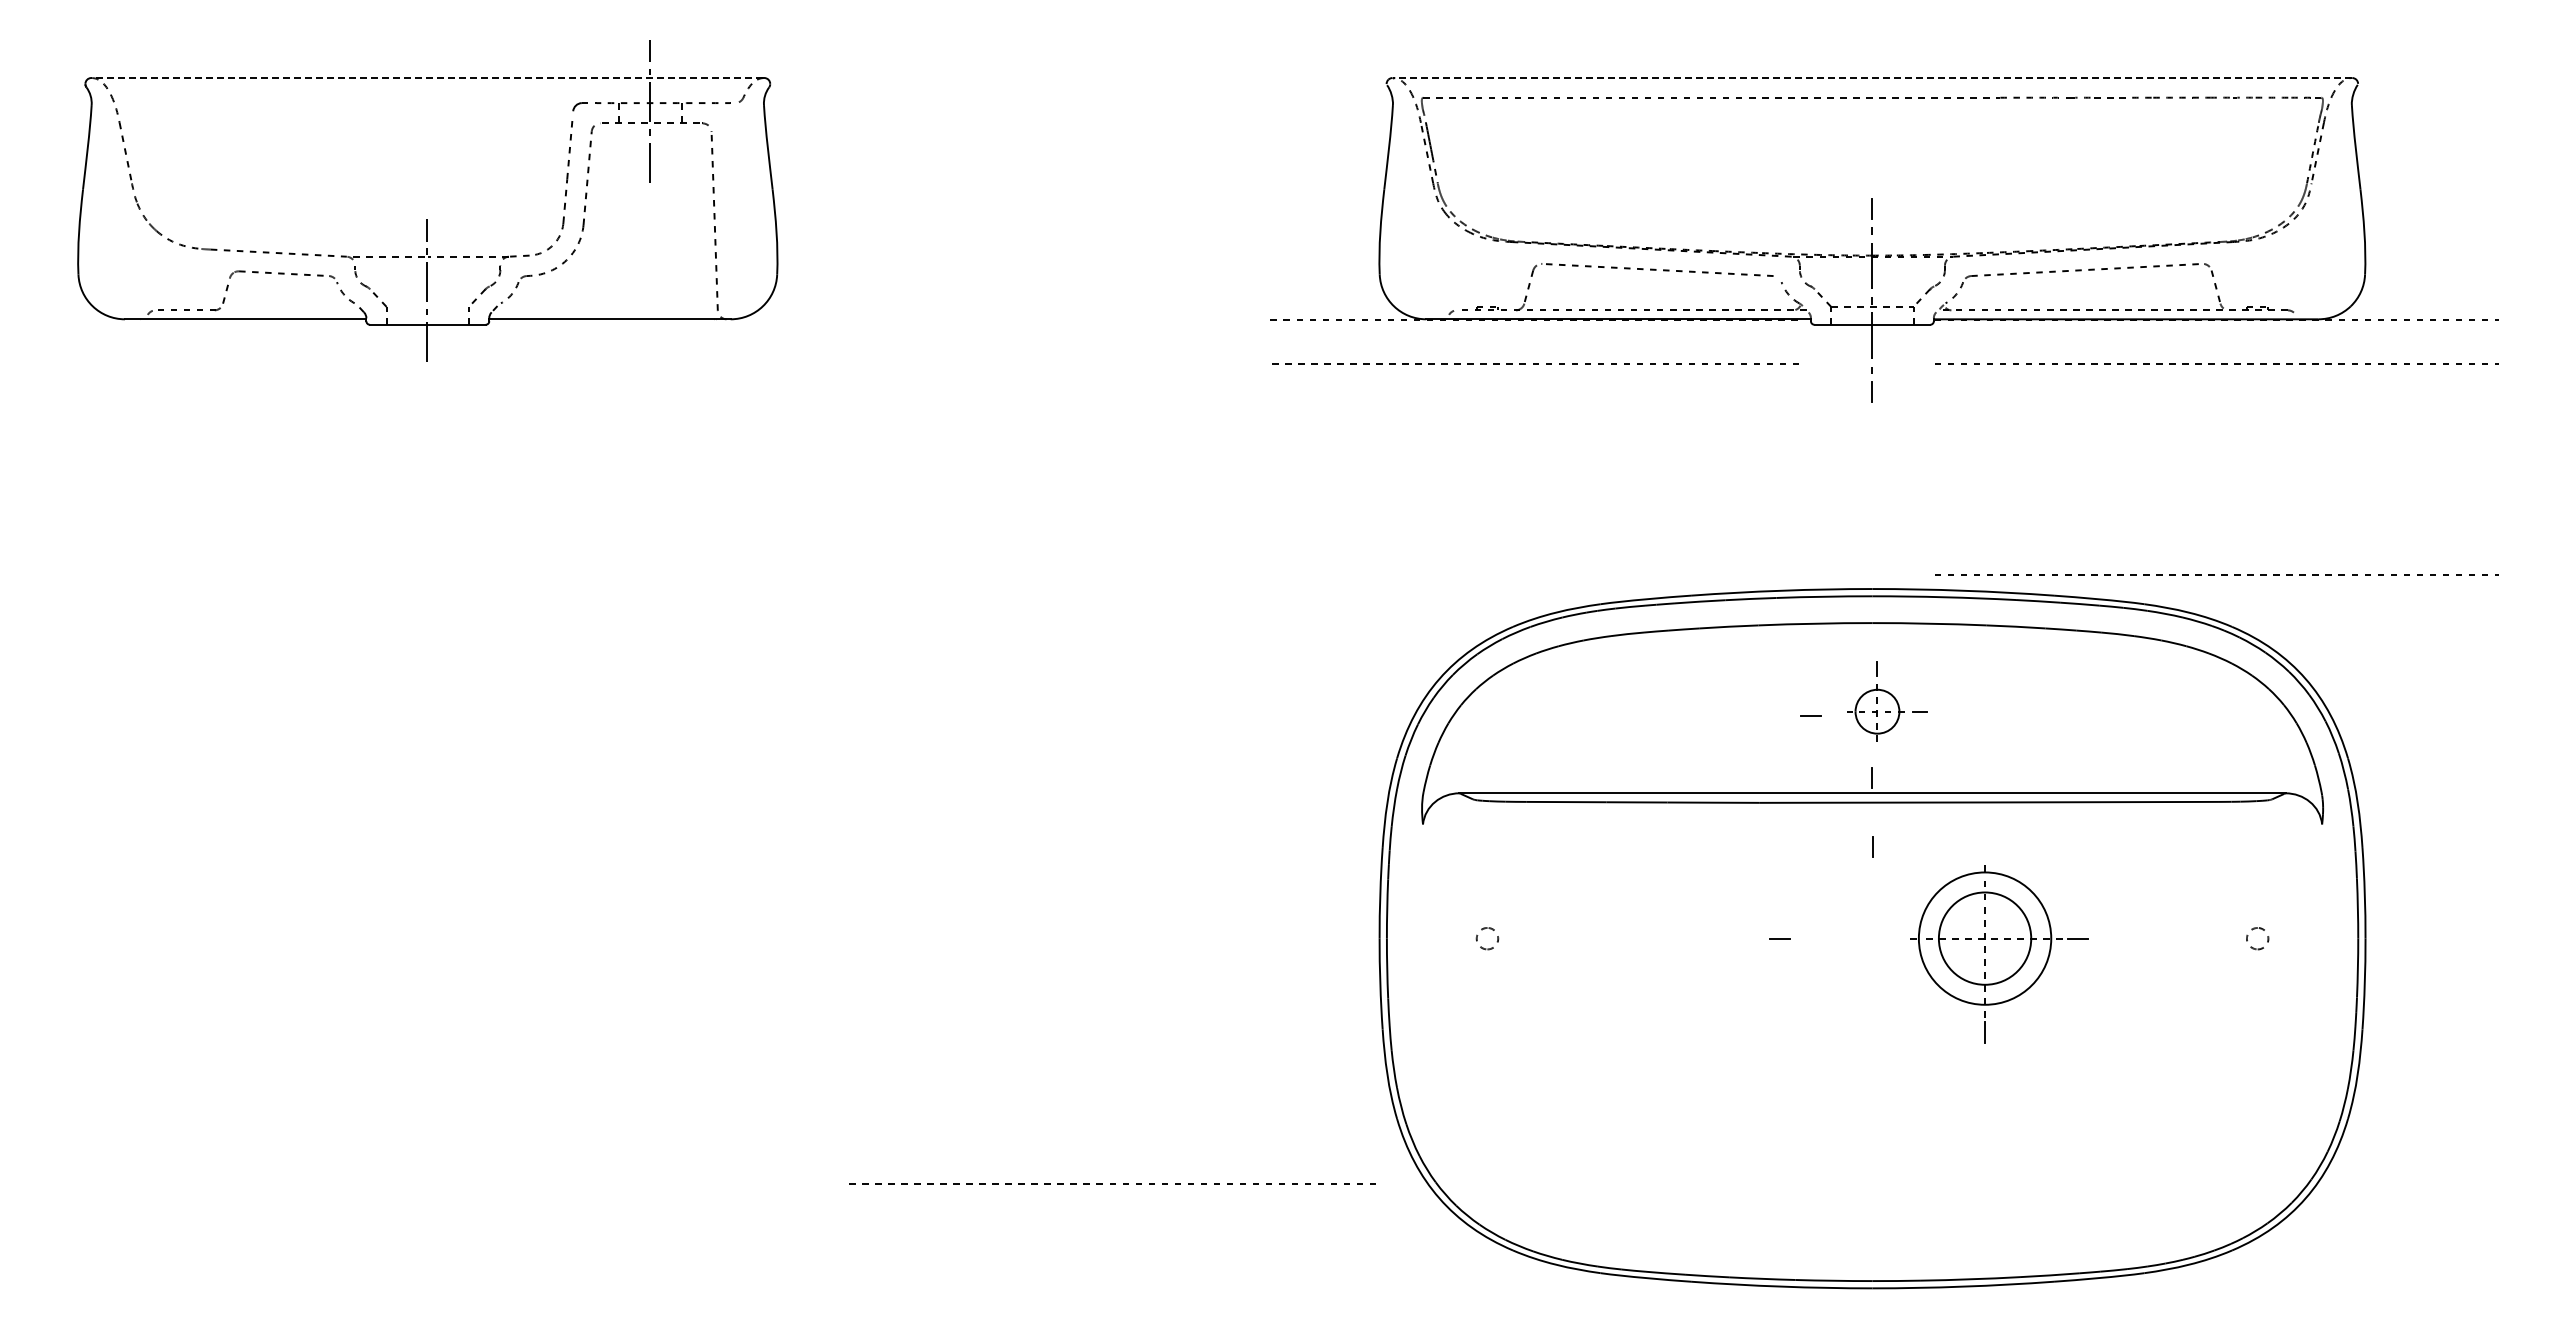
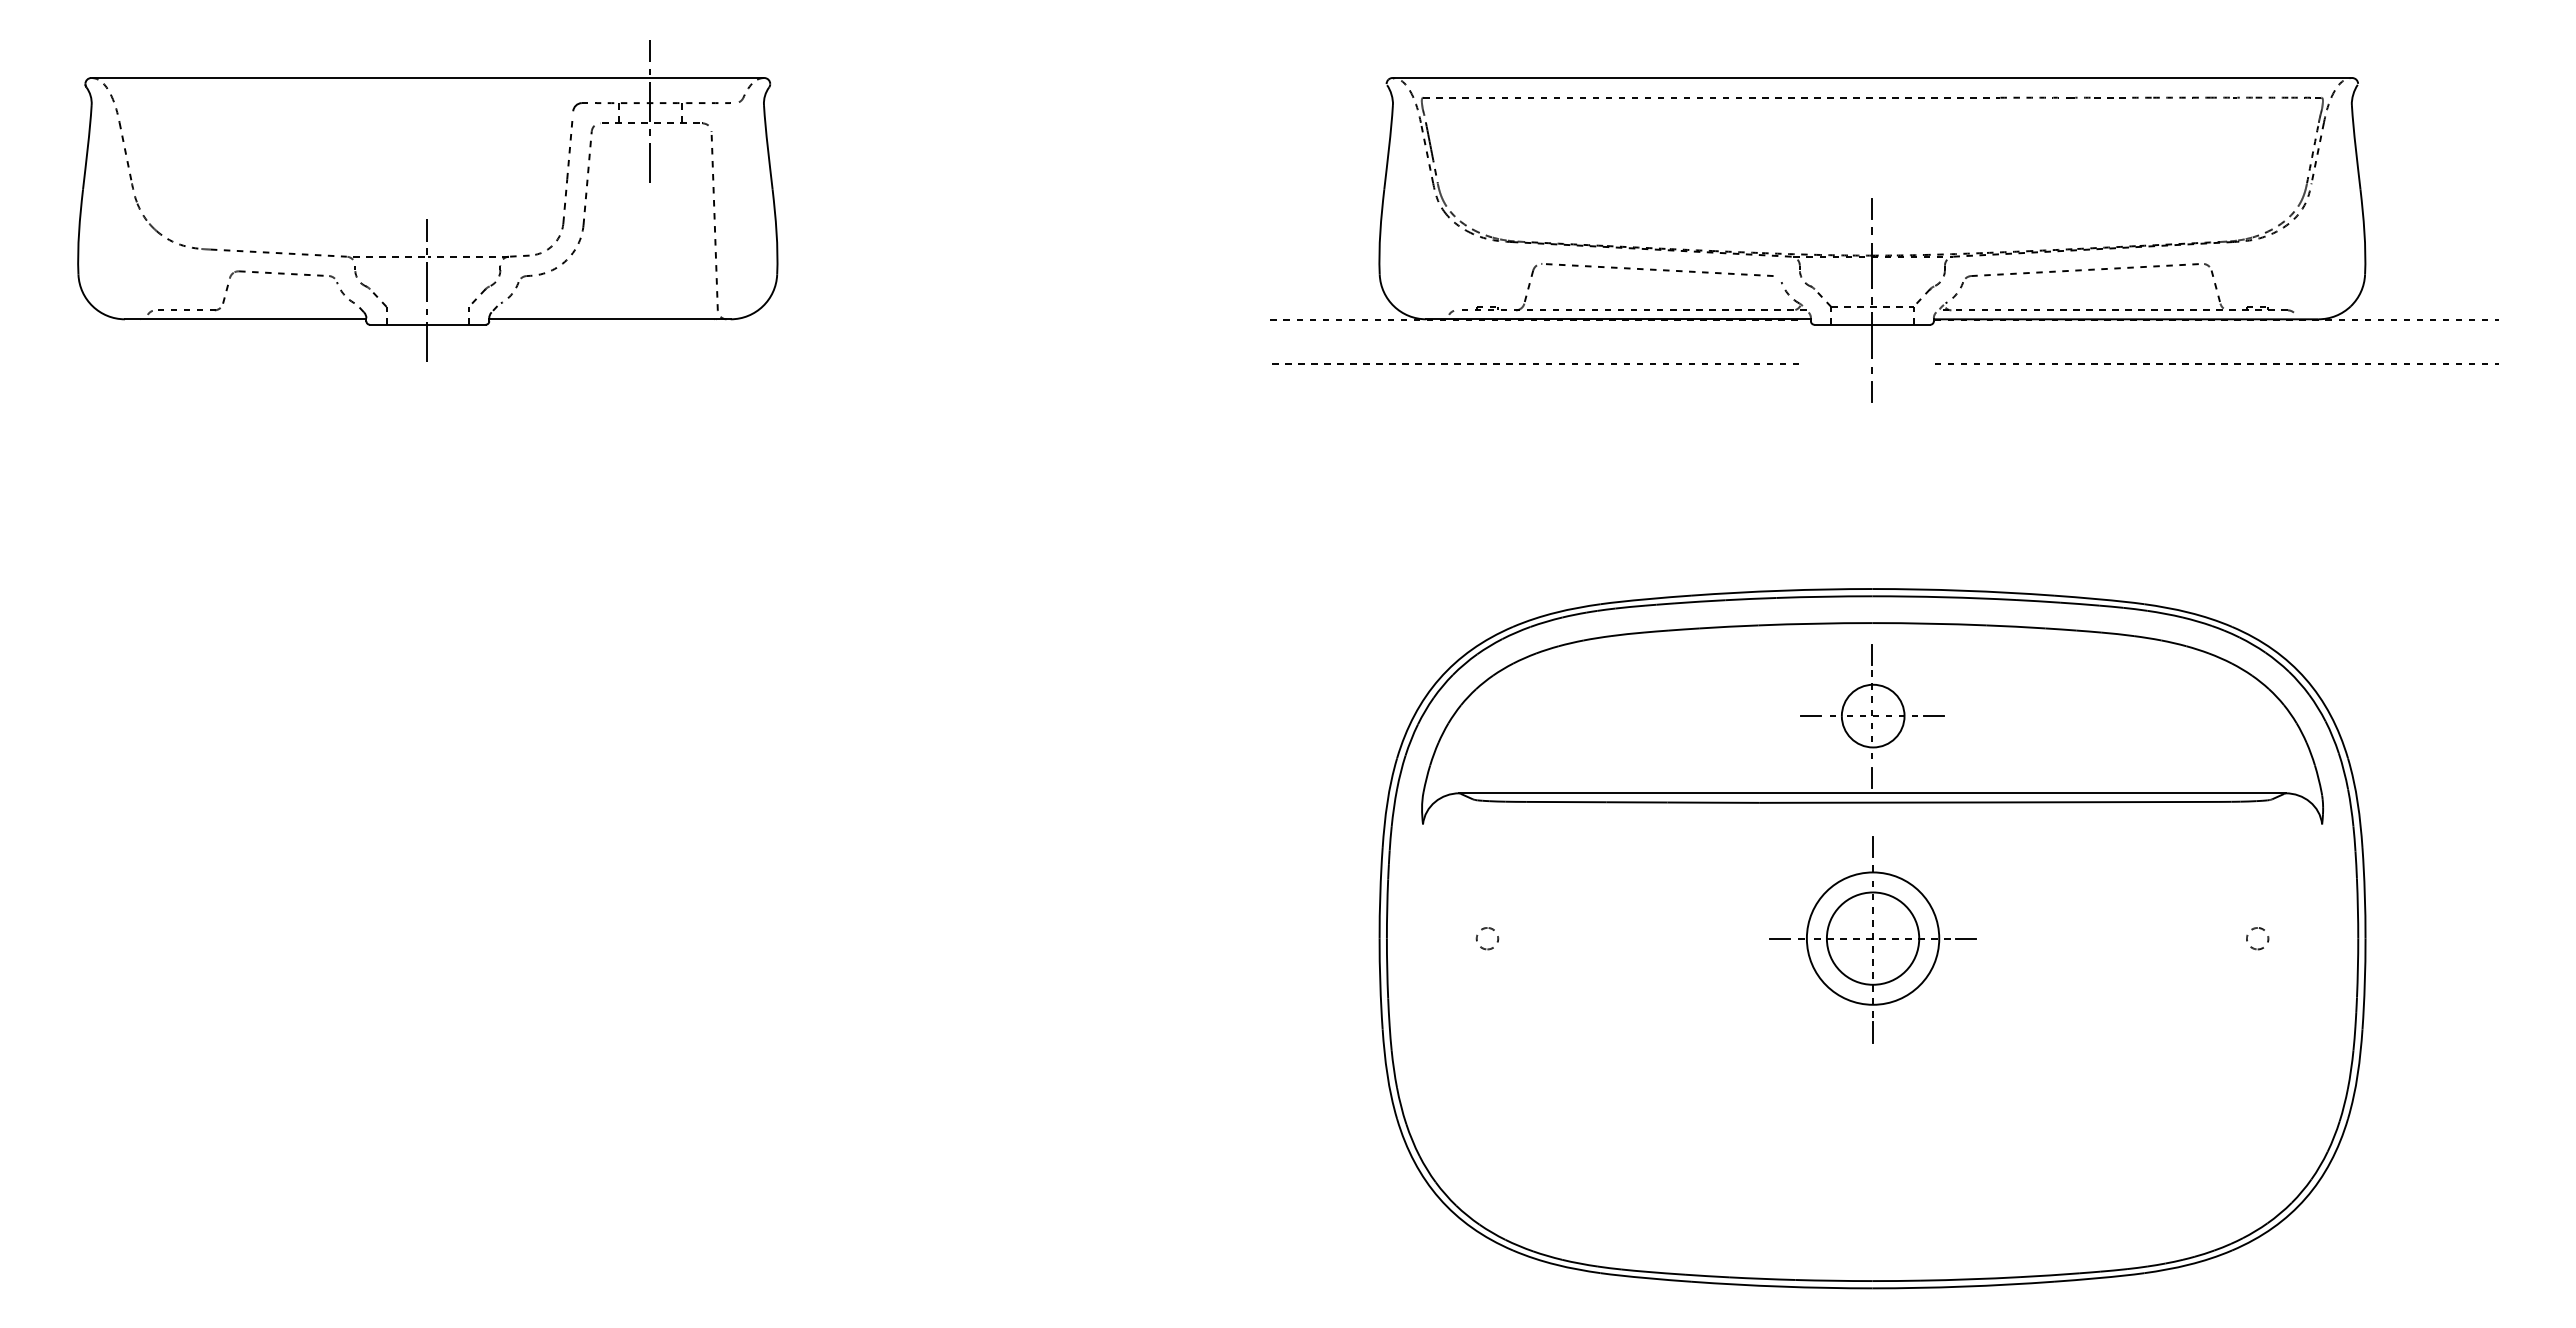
line at (426, 78): dashed -> solid
line at (1872, 78): dashed -> solid
line at (2214, 574): present -> none
part at (1887, 701) size: 81x81 px -> 115x115 px
part at (1999, 954) position: (1999, 954) -> (1887, 954)
line at (1112, 1183): present -> none
